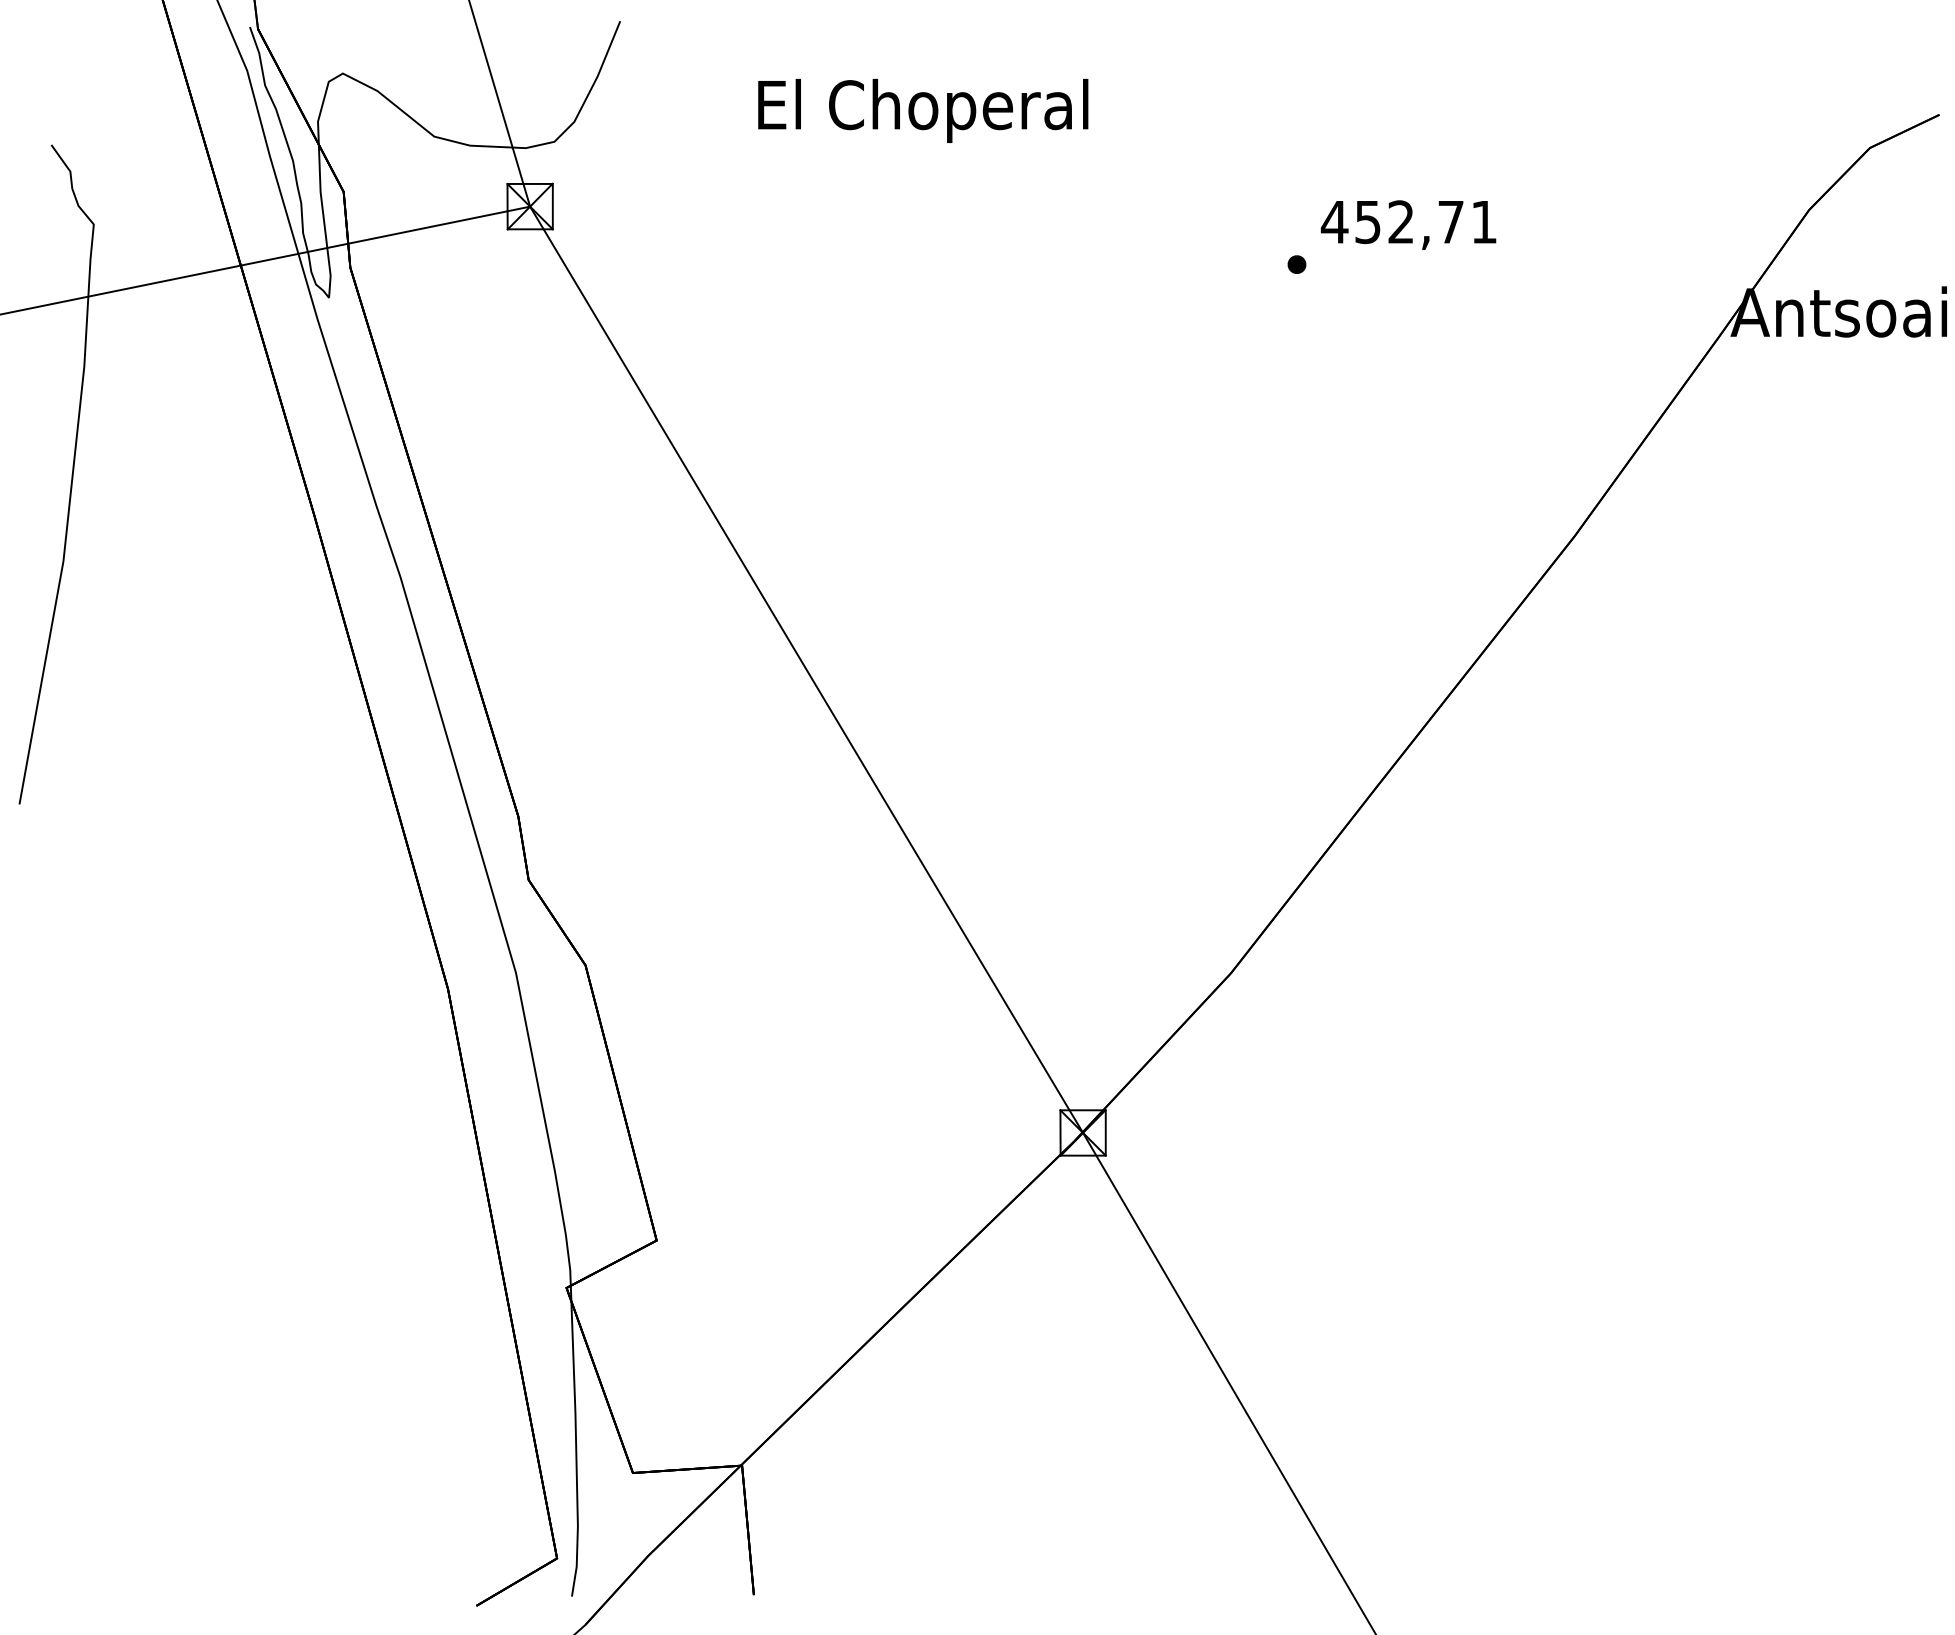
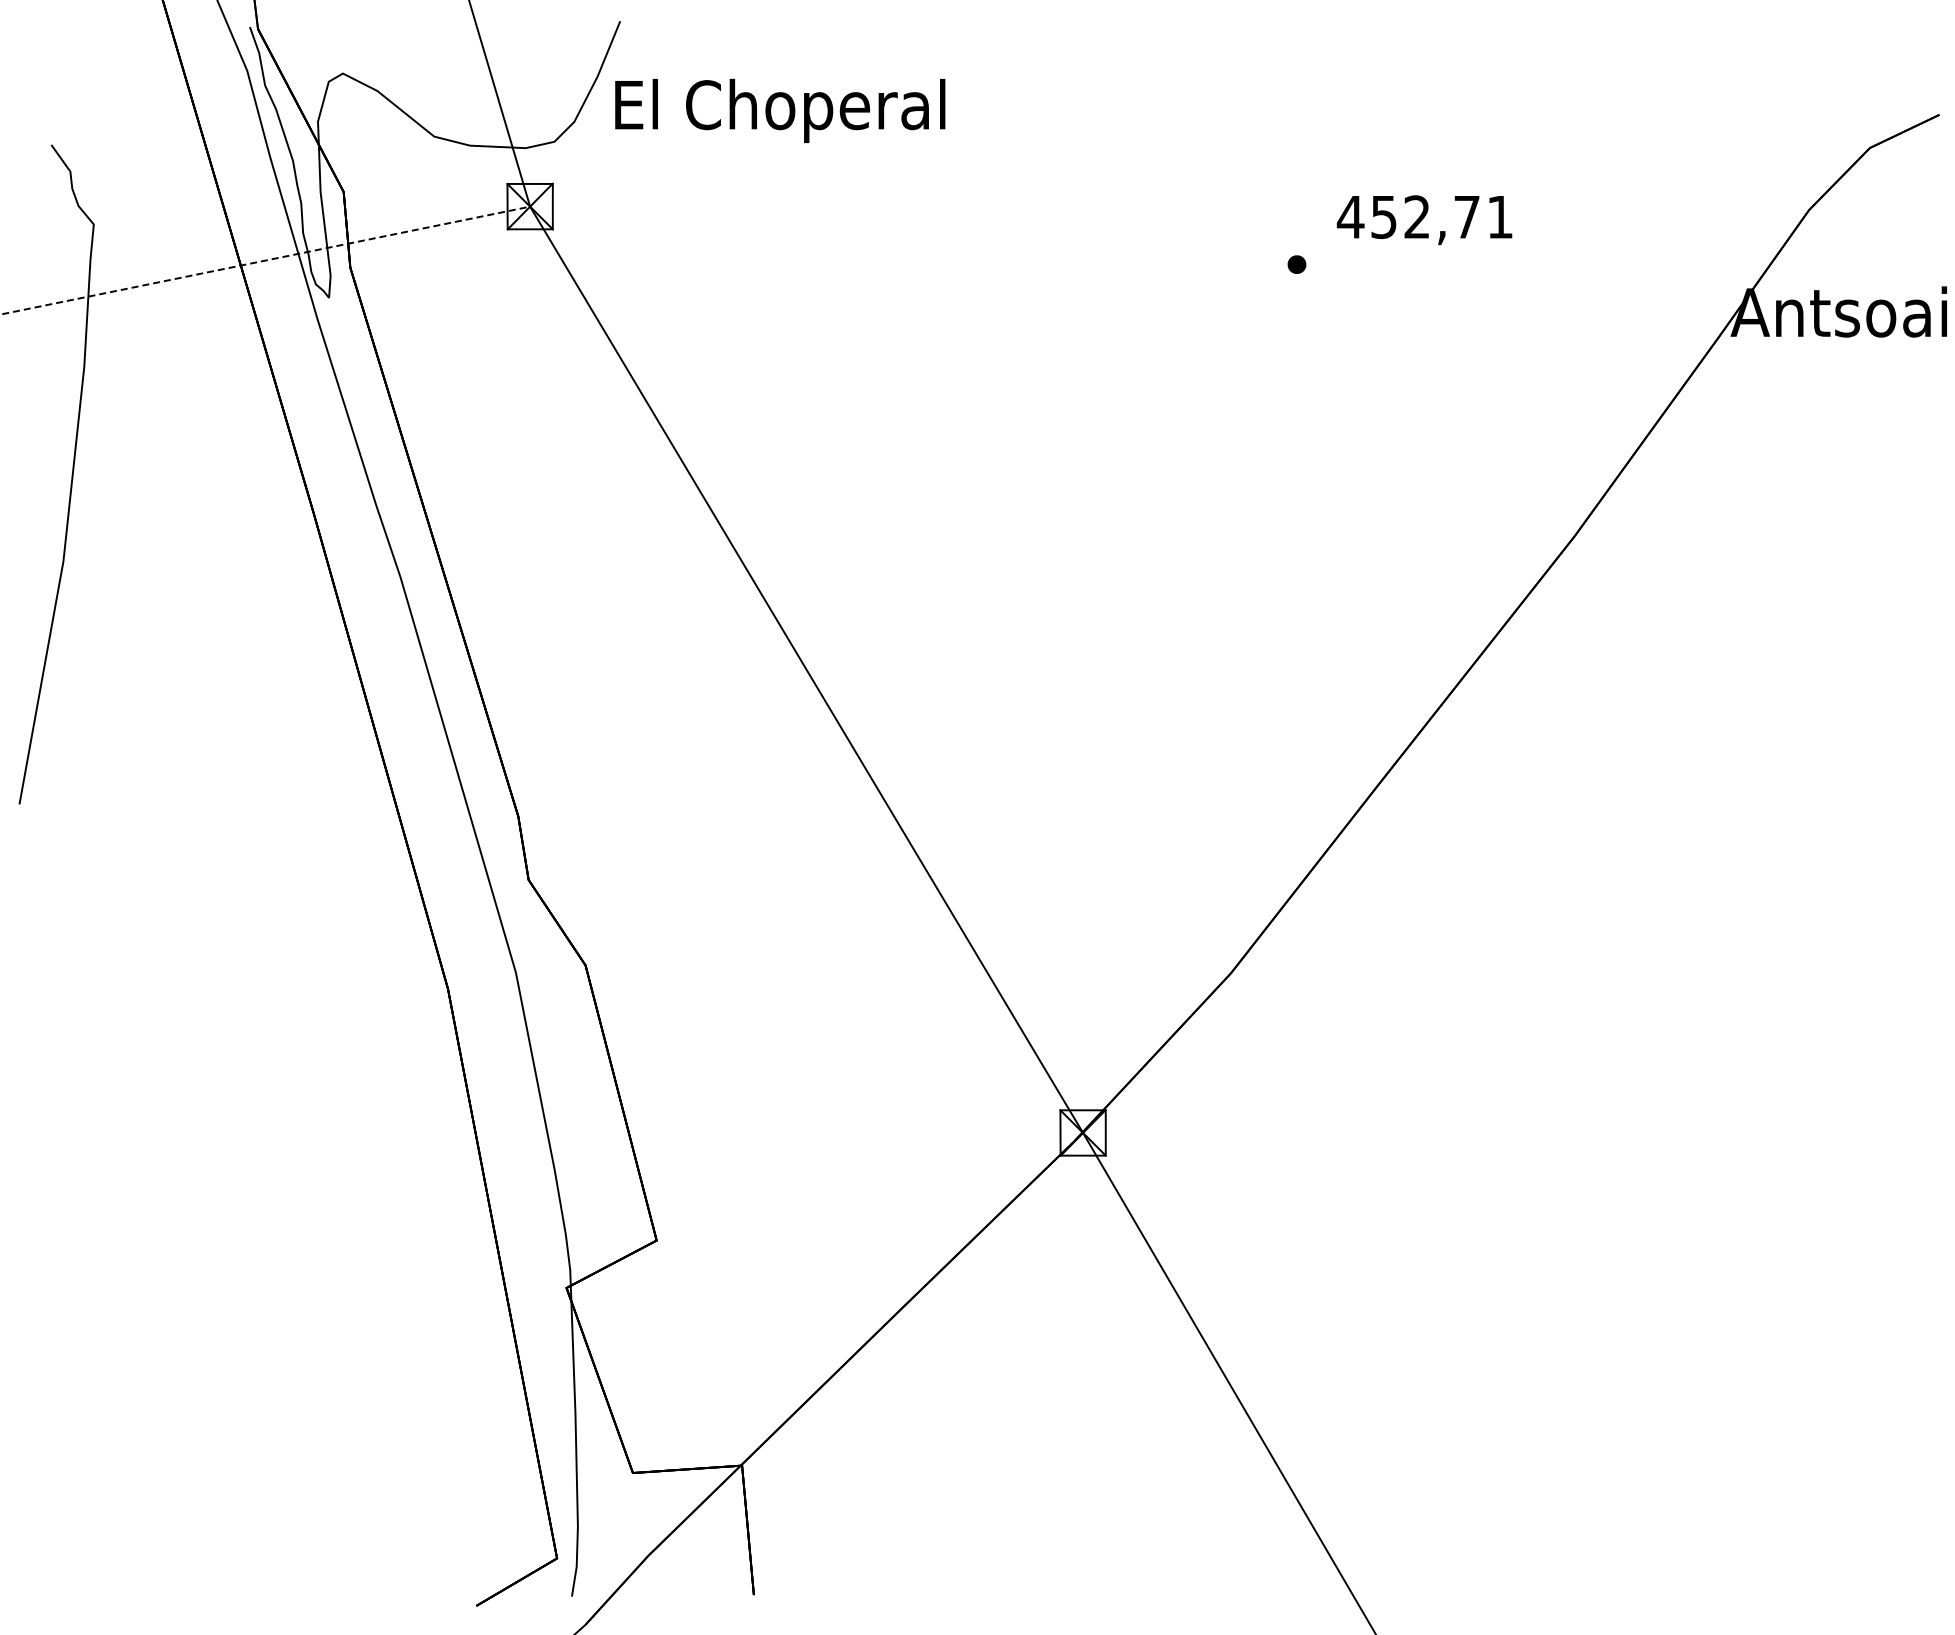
text at (923, 110) position: (923, 110) -> (780, 110)
text at (1408, 224) position: (1408, 224) -> (1424, 219)
line at (265, 260): solid -> dashed
